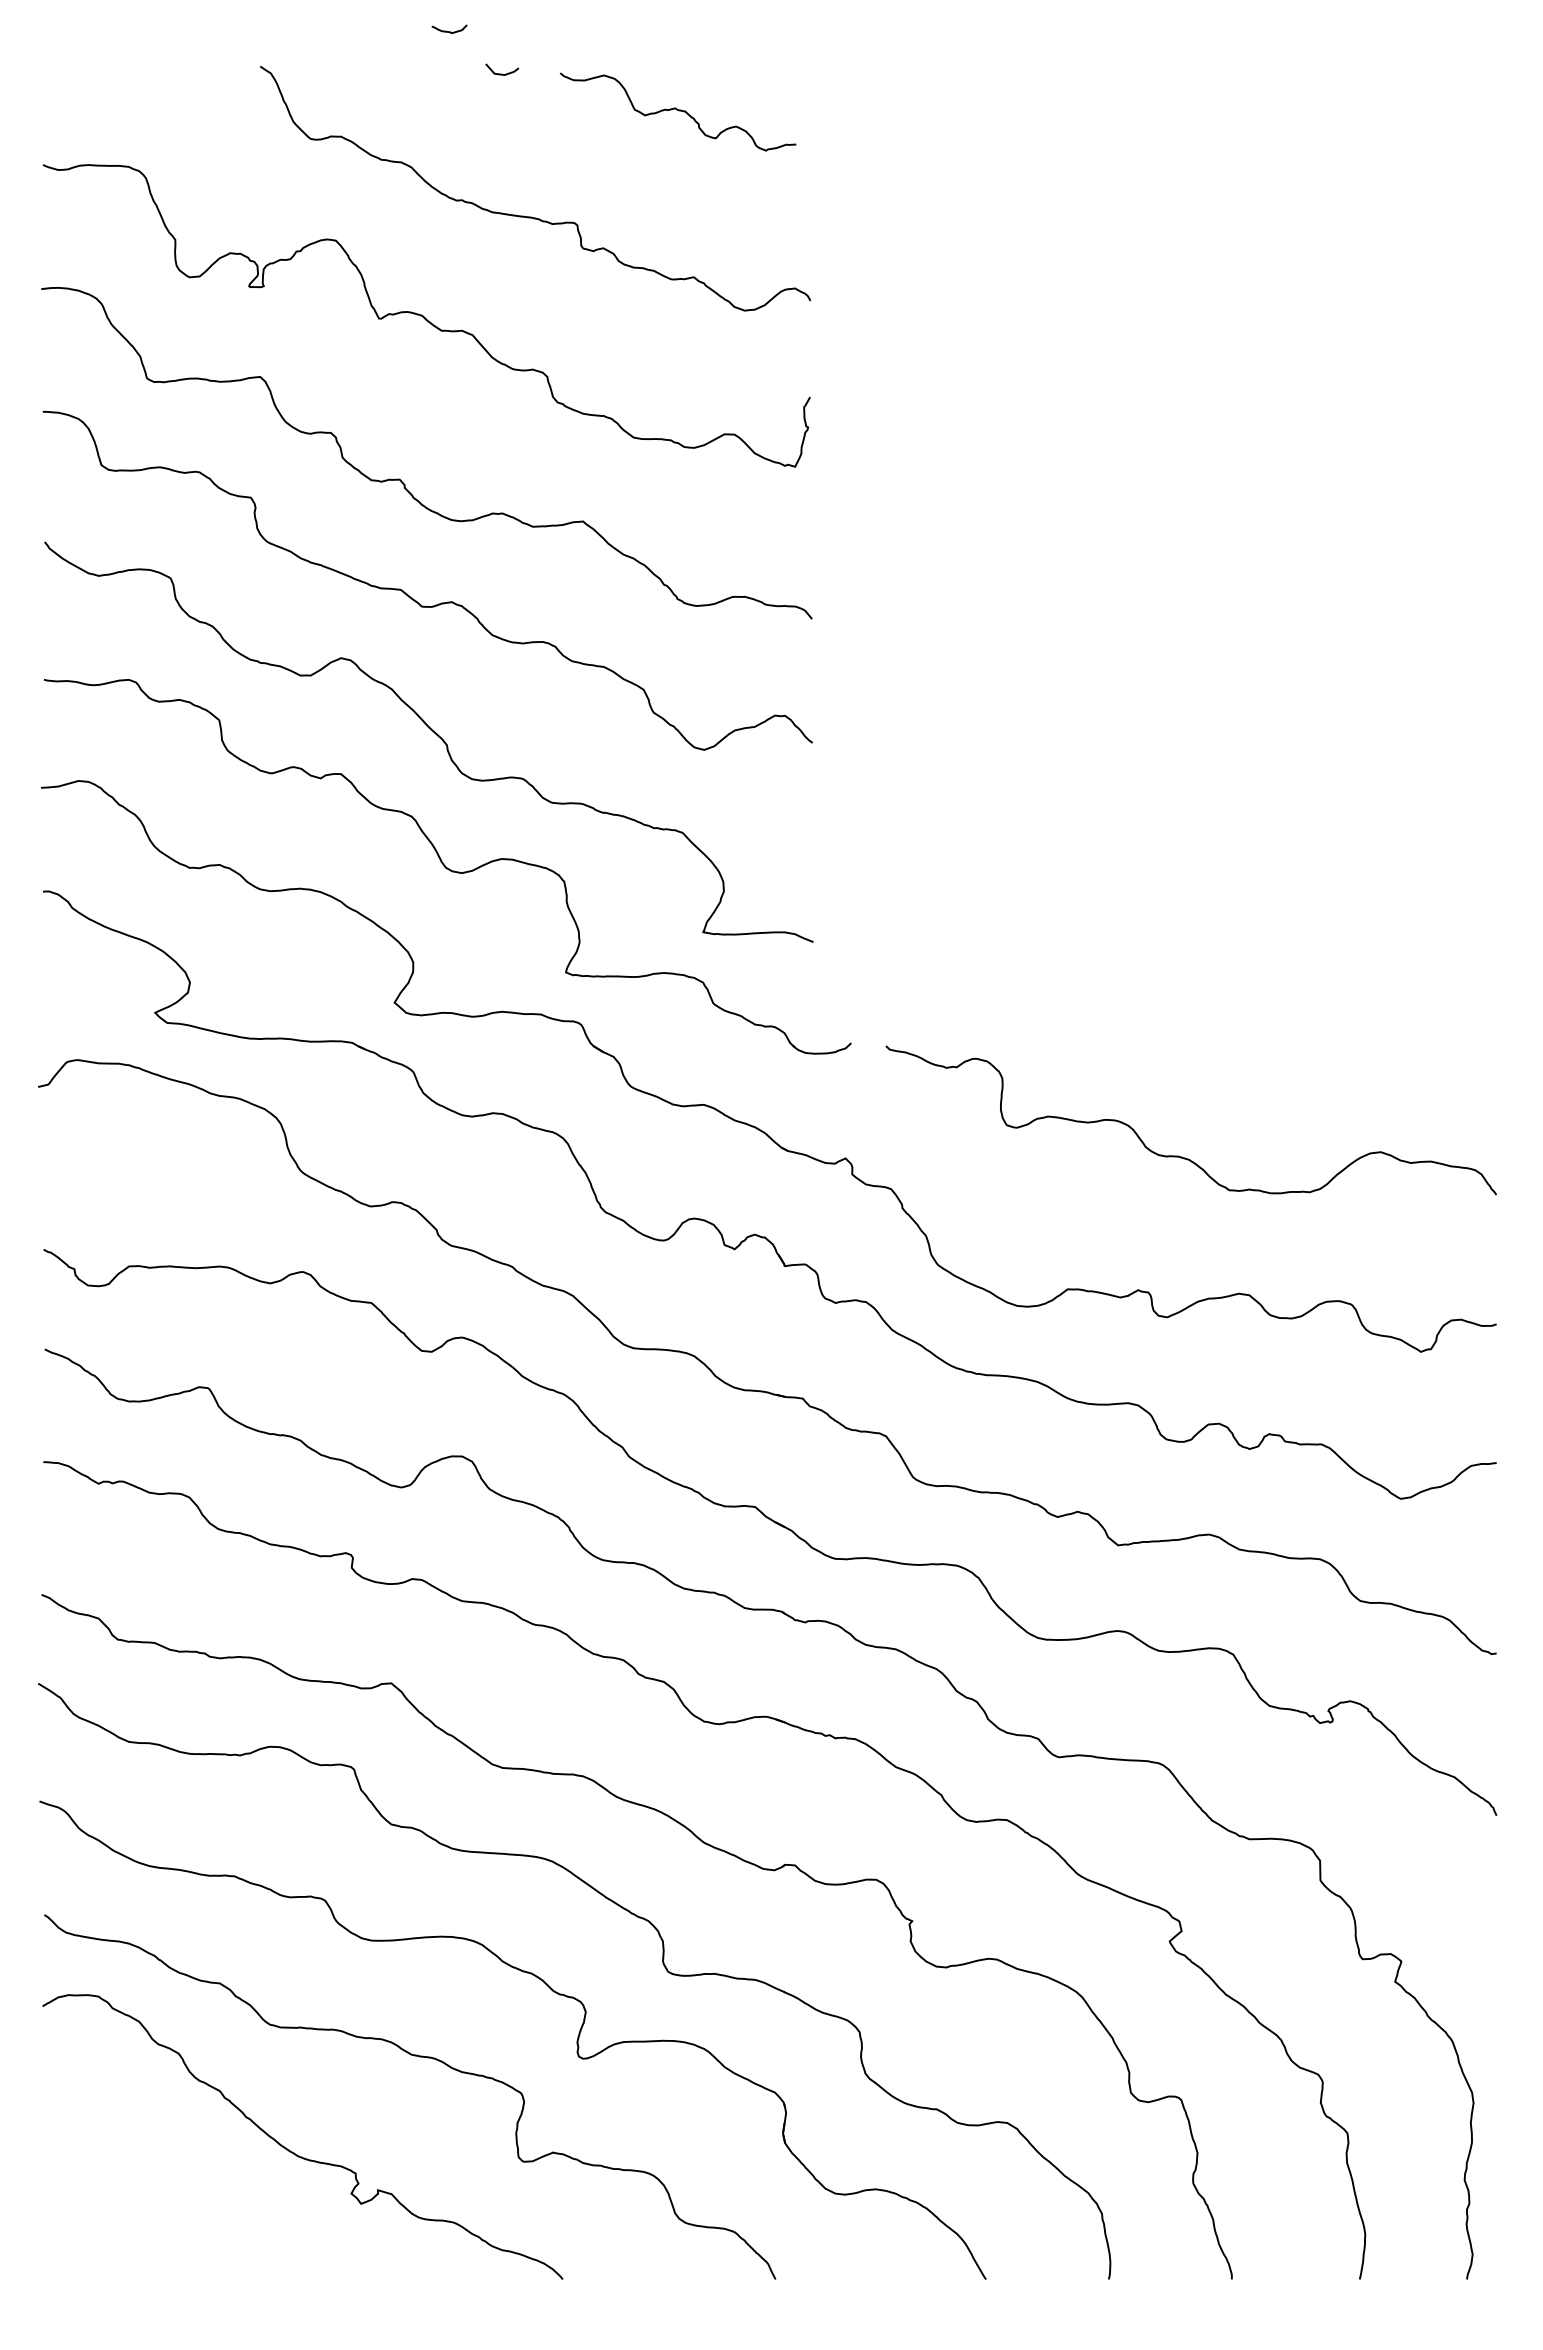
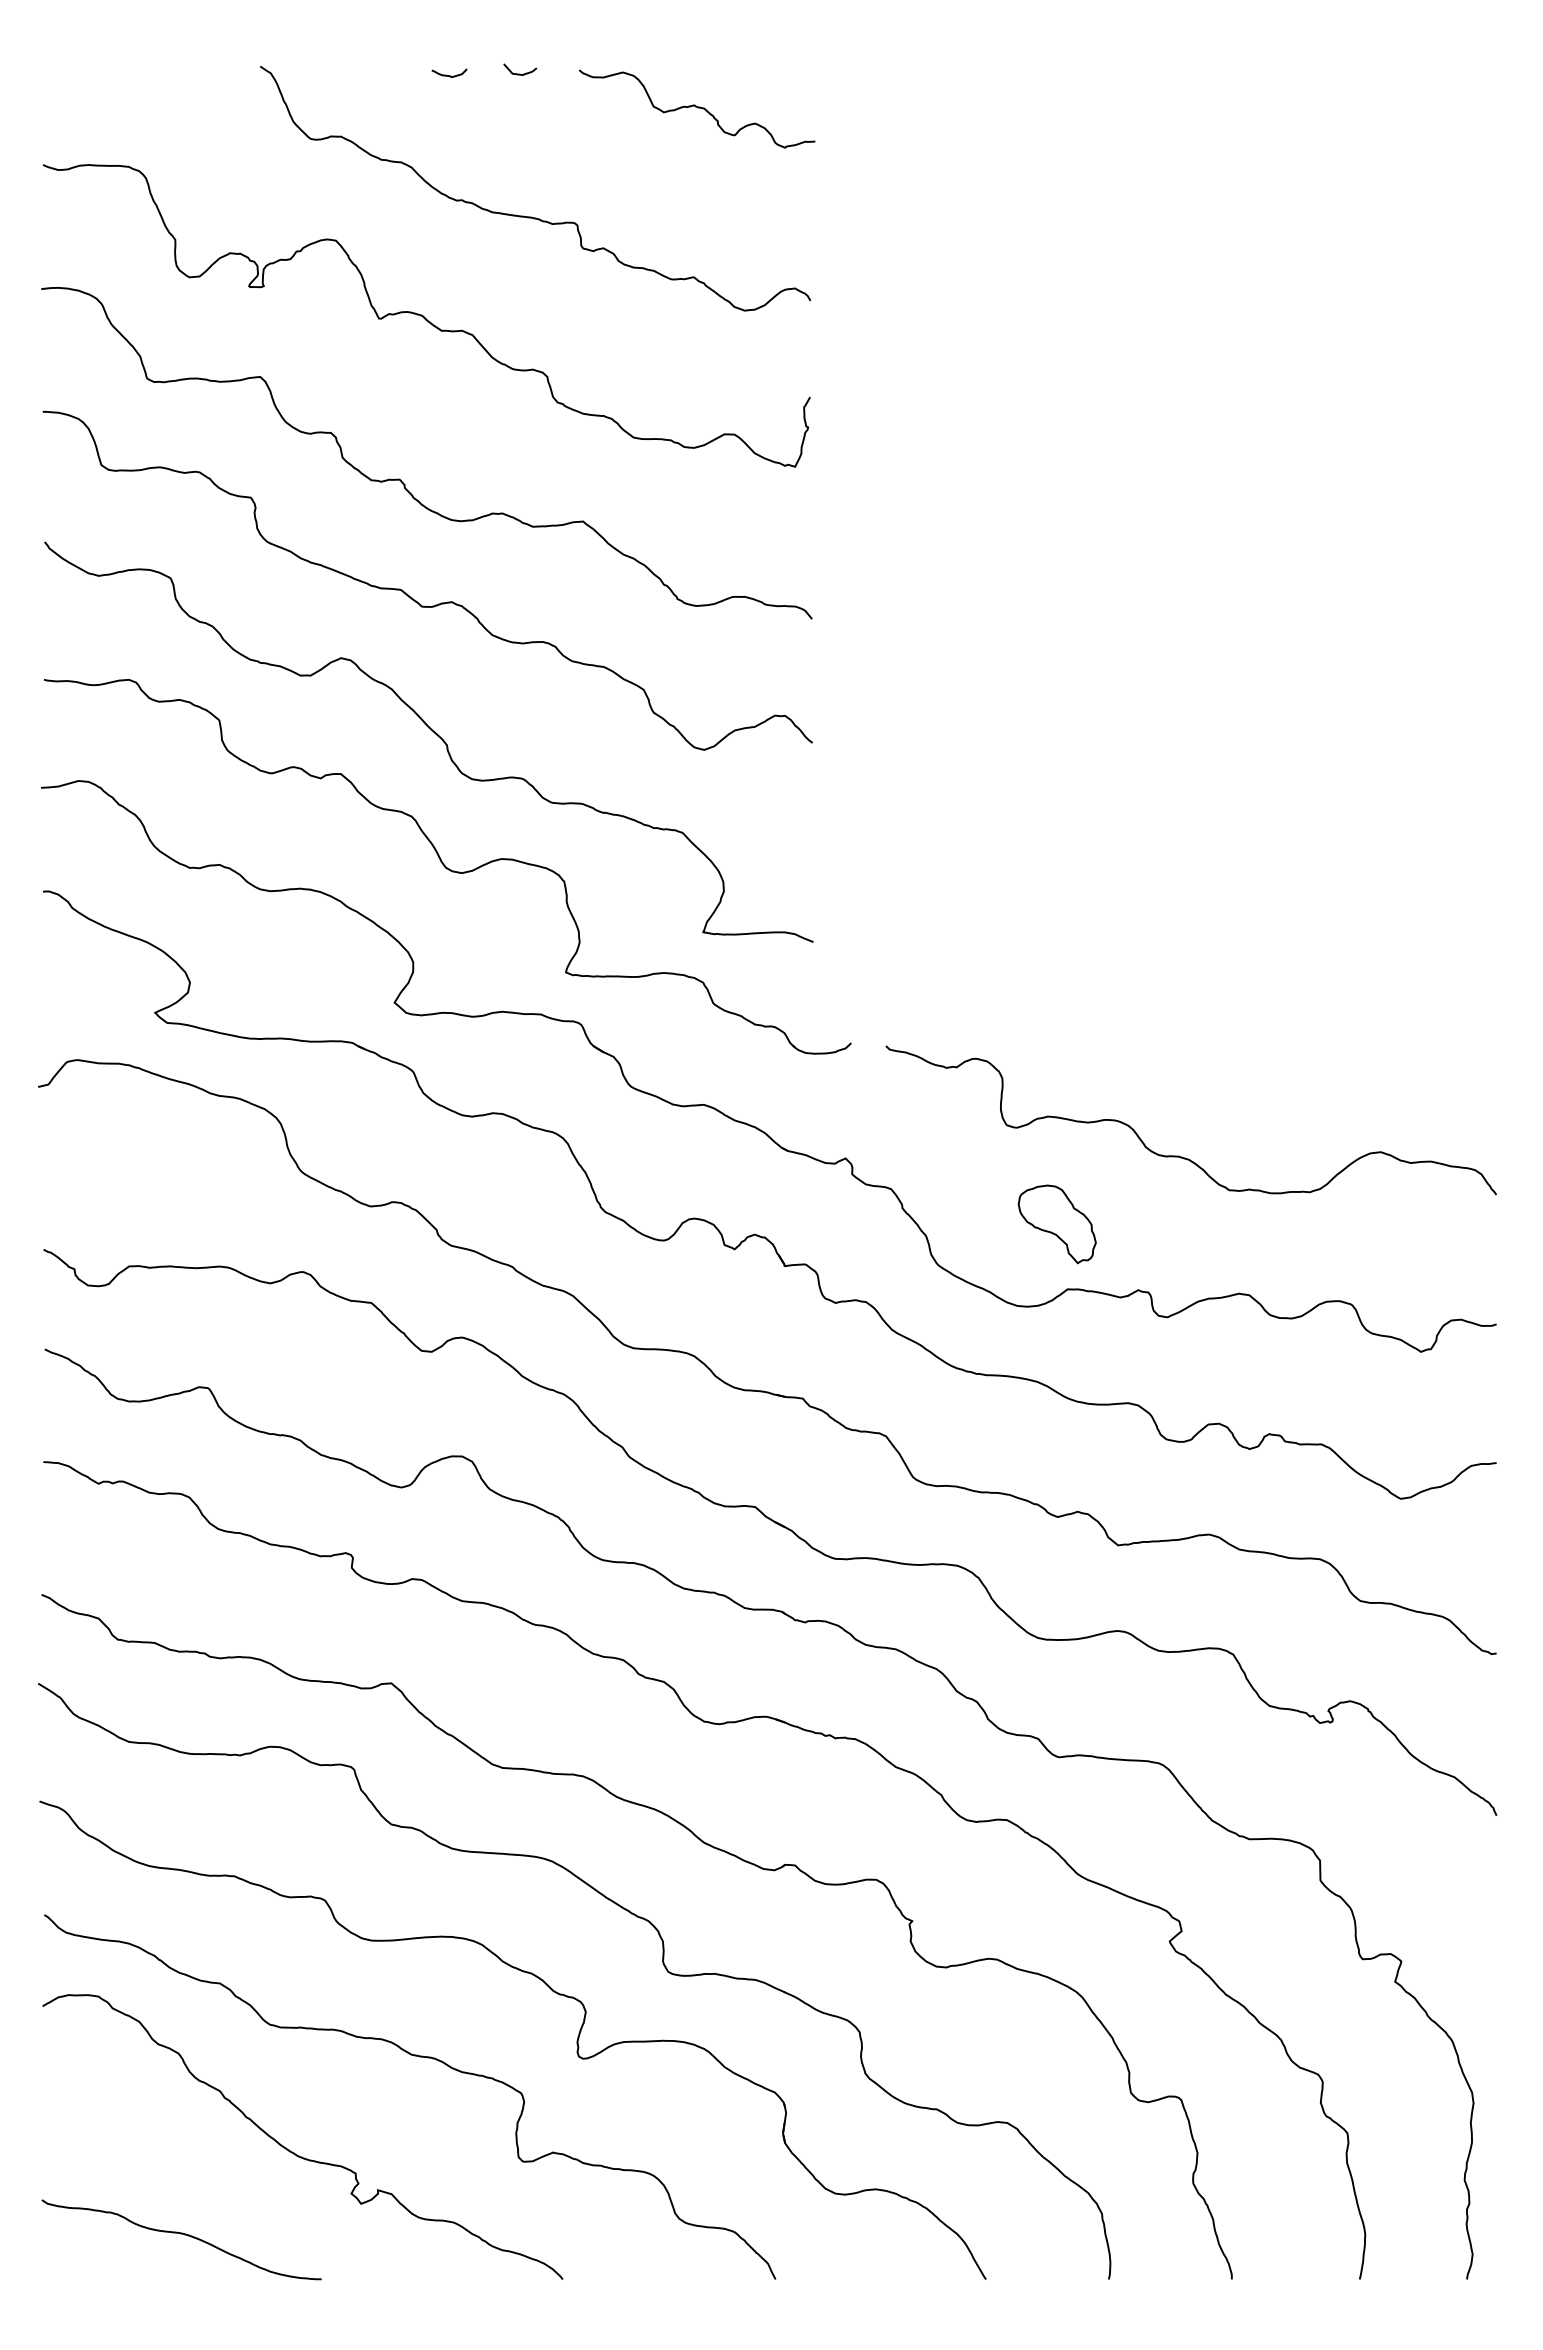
curve at (449, 31) position: (449, 31) -> (449, 75)
curve at (502, 73) position: (502, 73) -> (520, 73)
curve at (678, 111) position: (678, 111) -> (697, 108)
part at (1056, 1224): none -> present
curve at (181, 2234): none -> present
